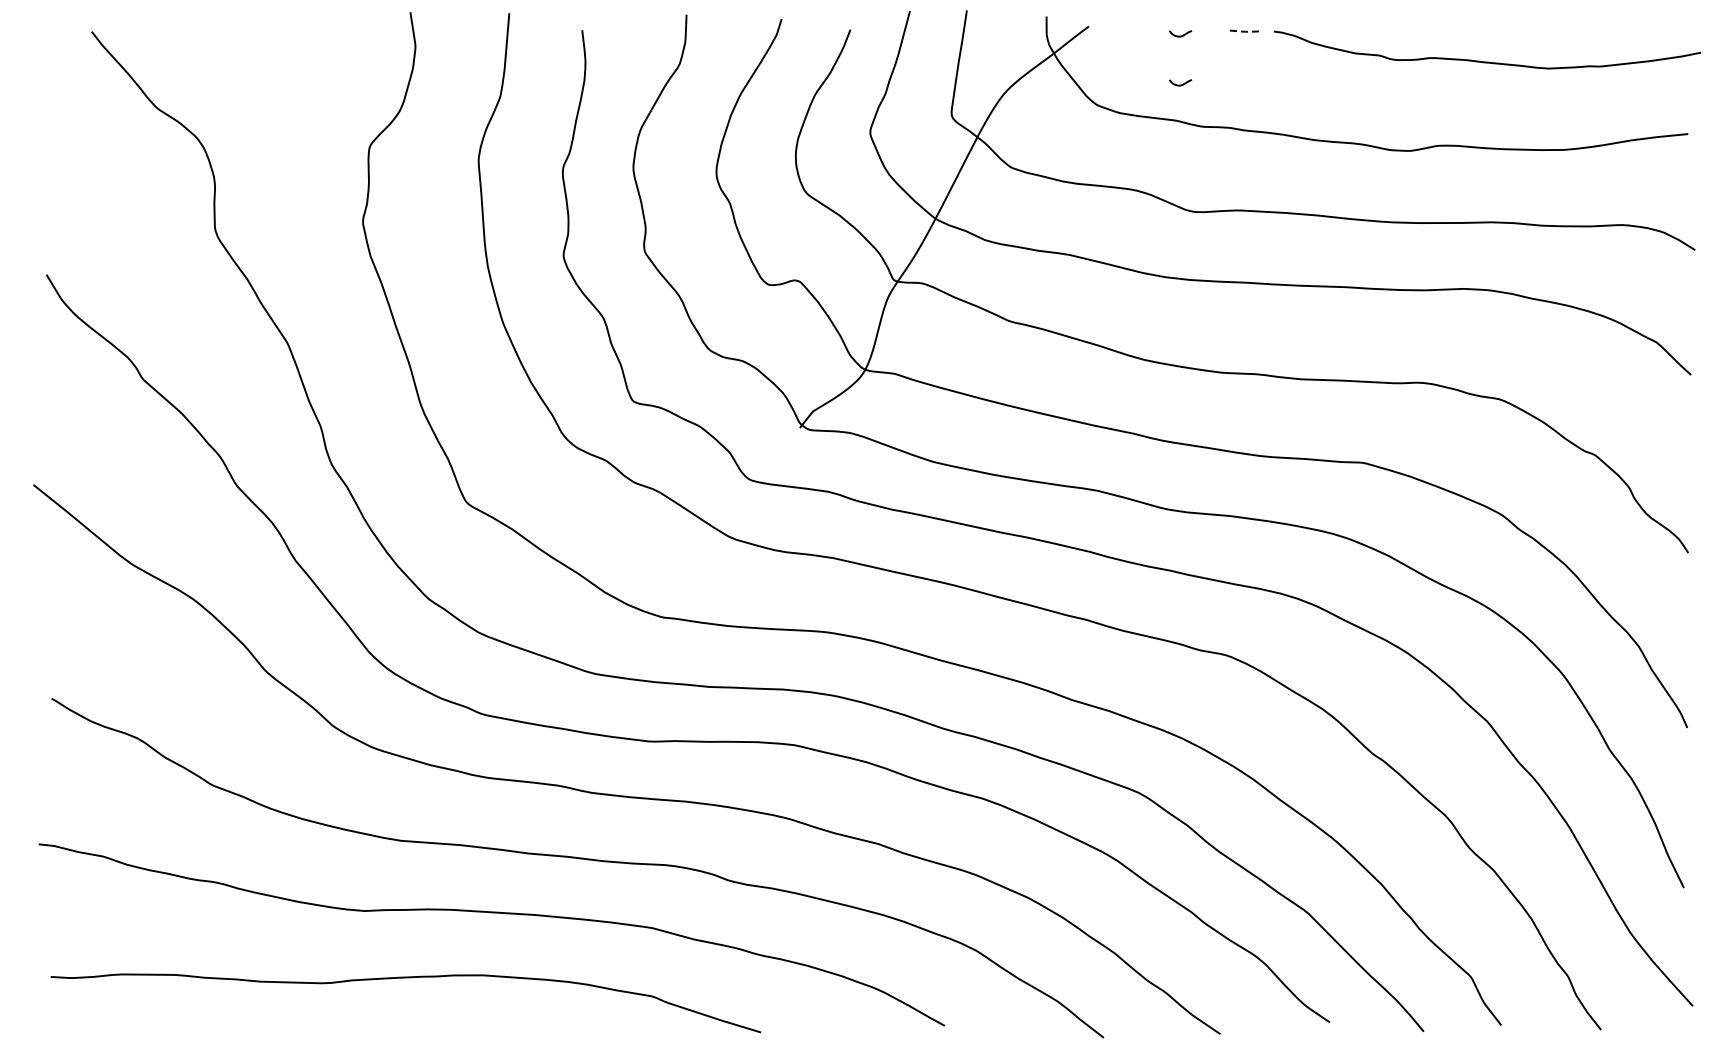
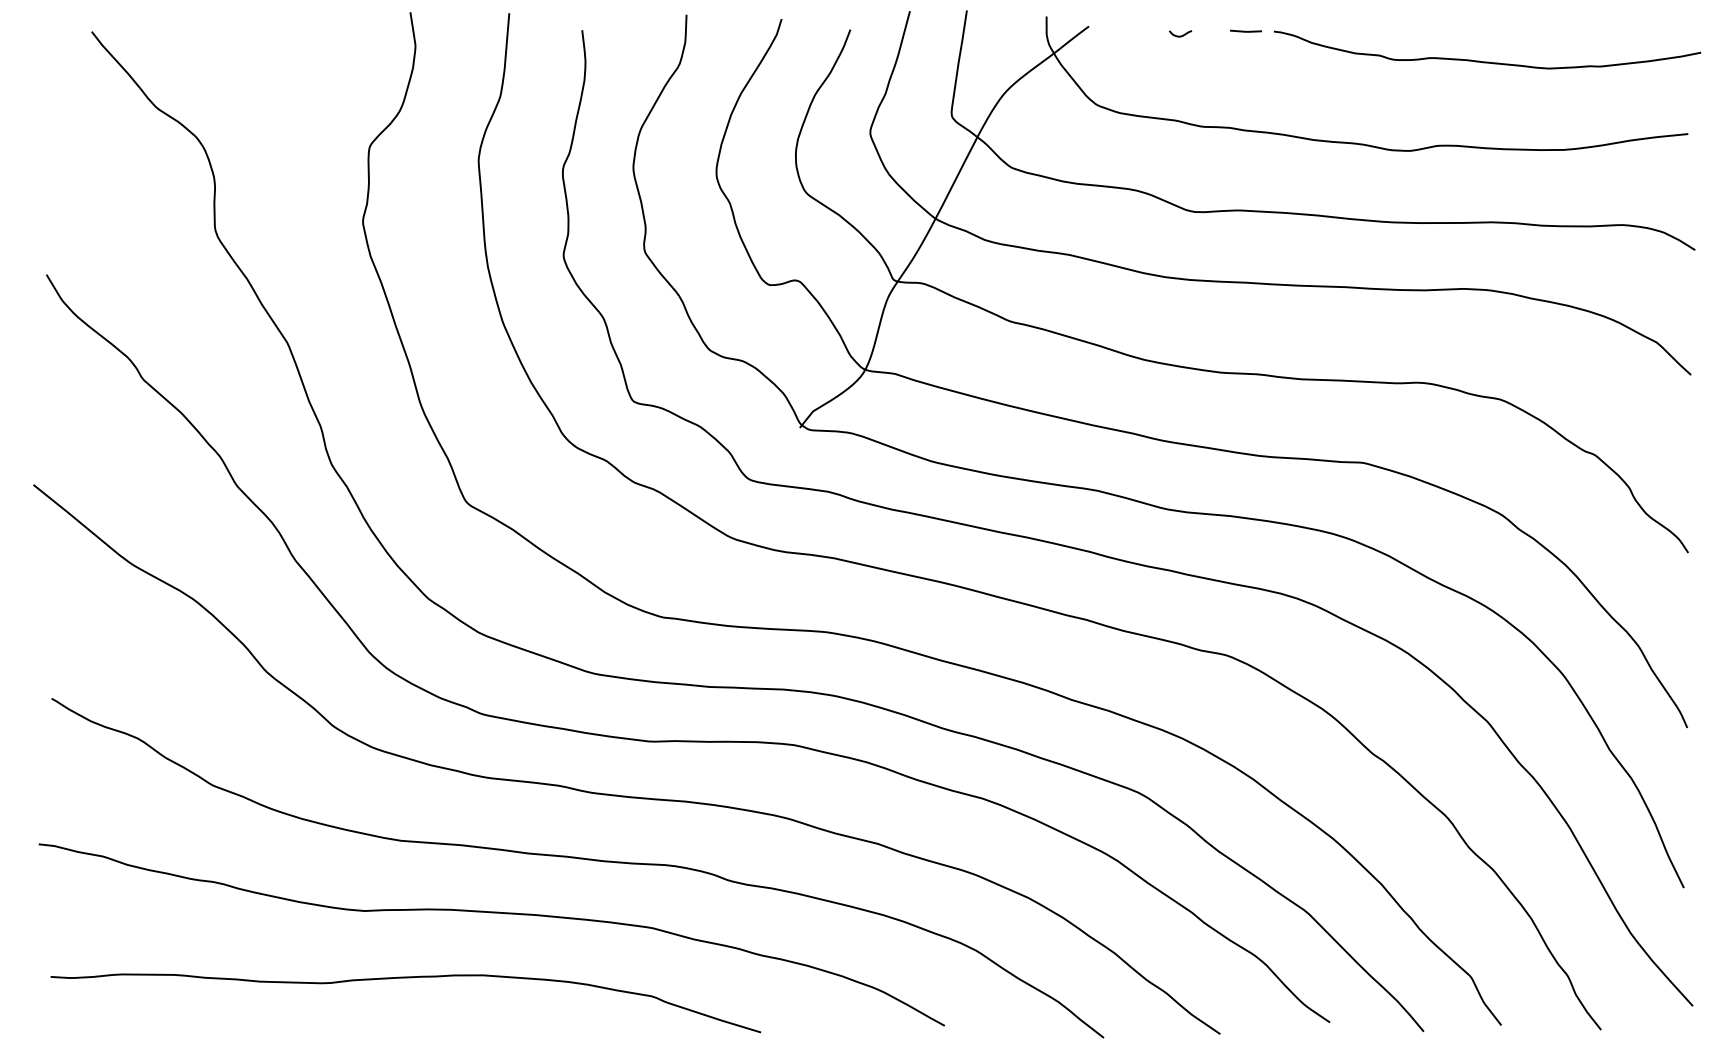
line at (1246, 31): dashed -> solid
curve at (1180, 84): present -> none
